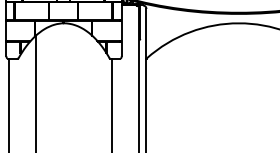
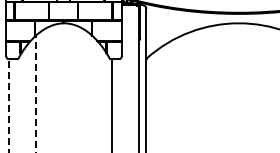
line at (36, 93): solid -> dashed
line at (8, 105): solid -> dashed
